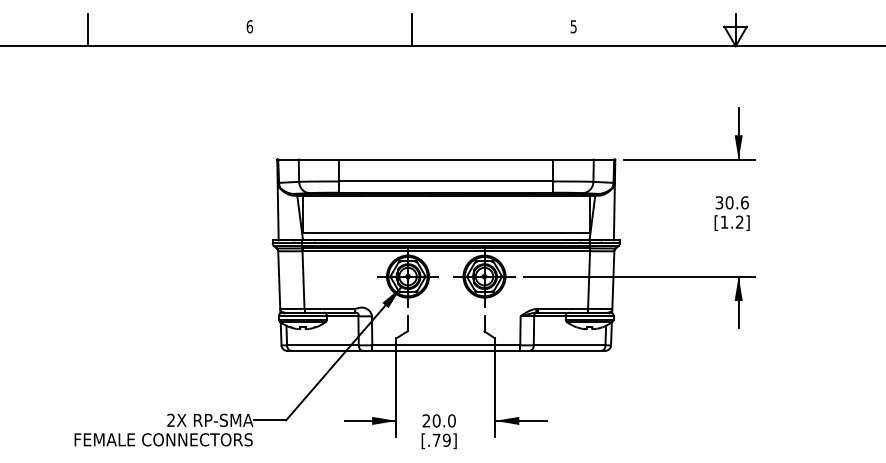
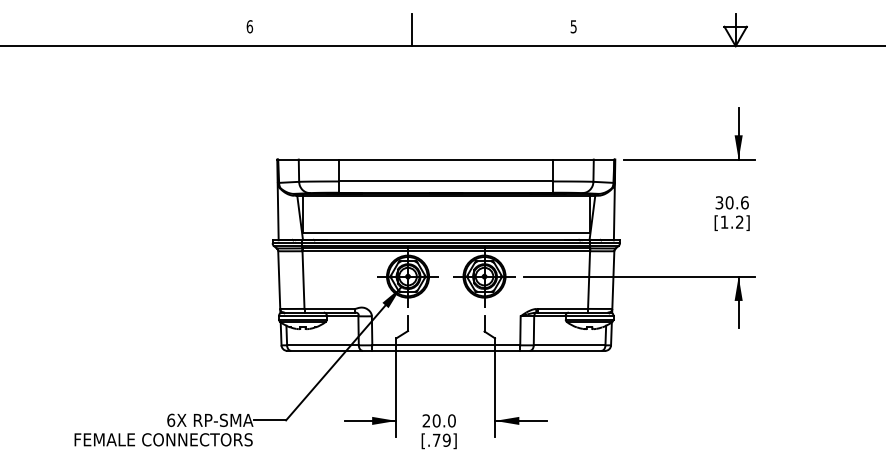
line at (87, 29): present -> none
text at (171, 419): 2X -> 6X
